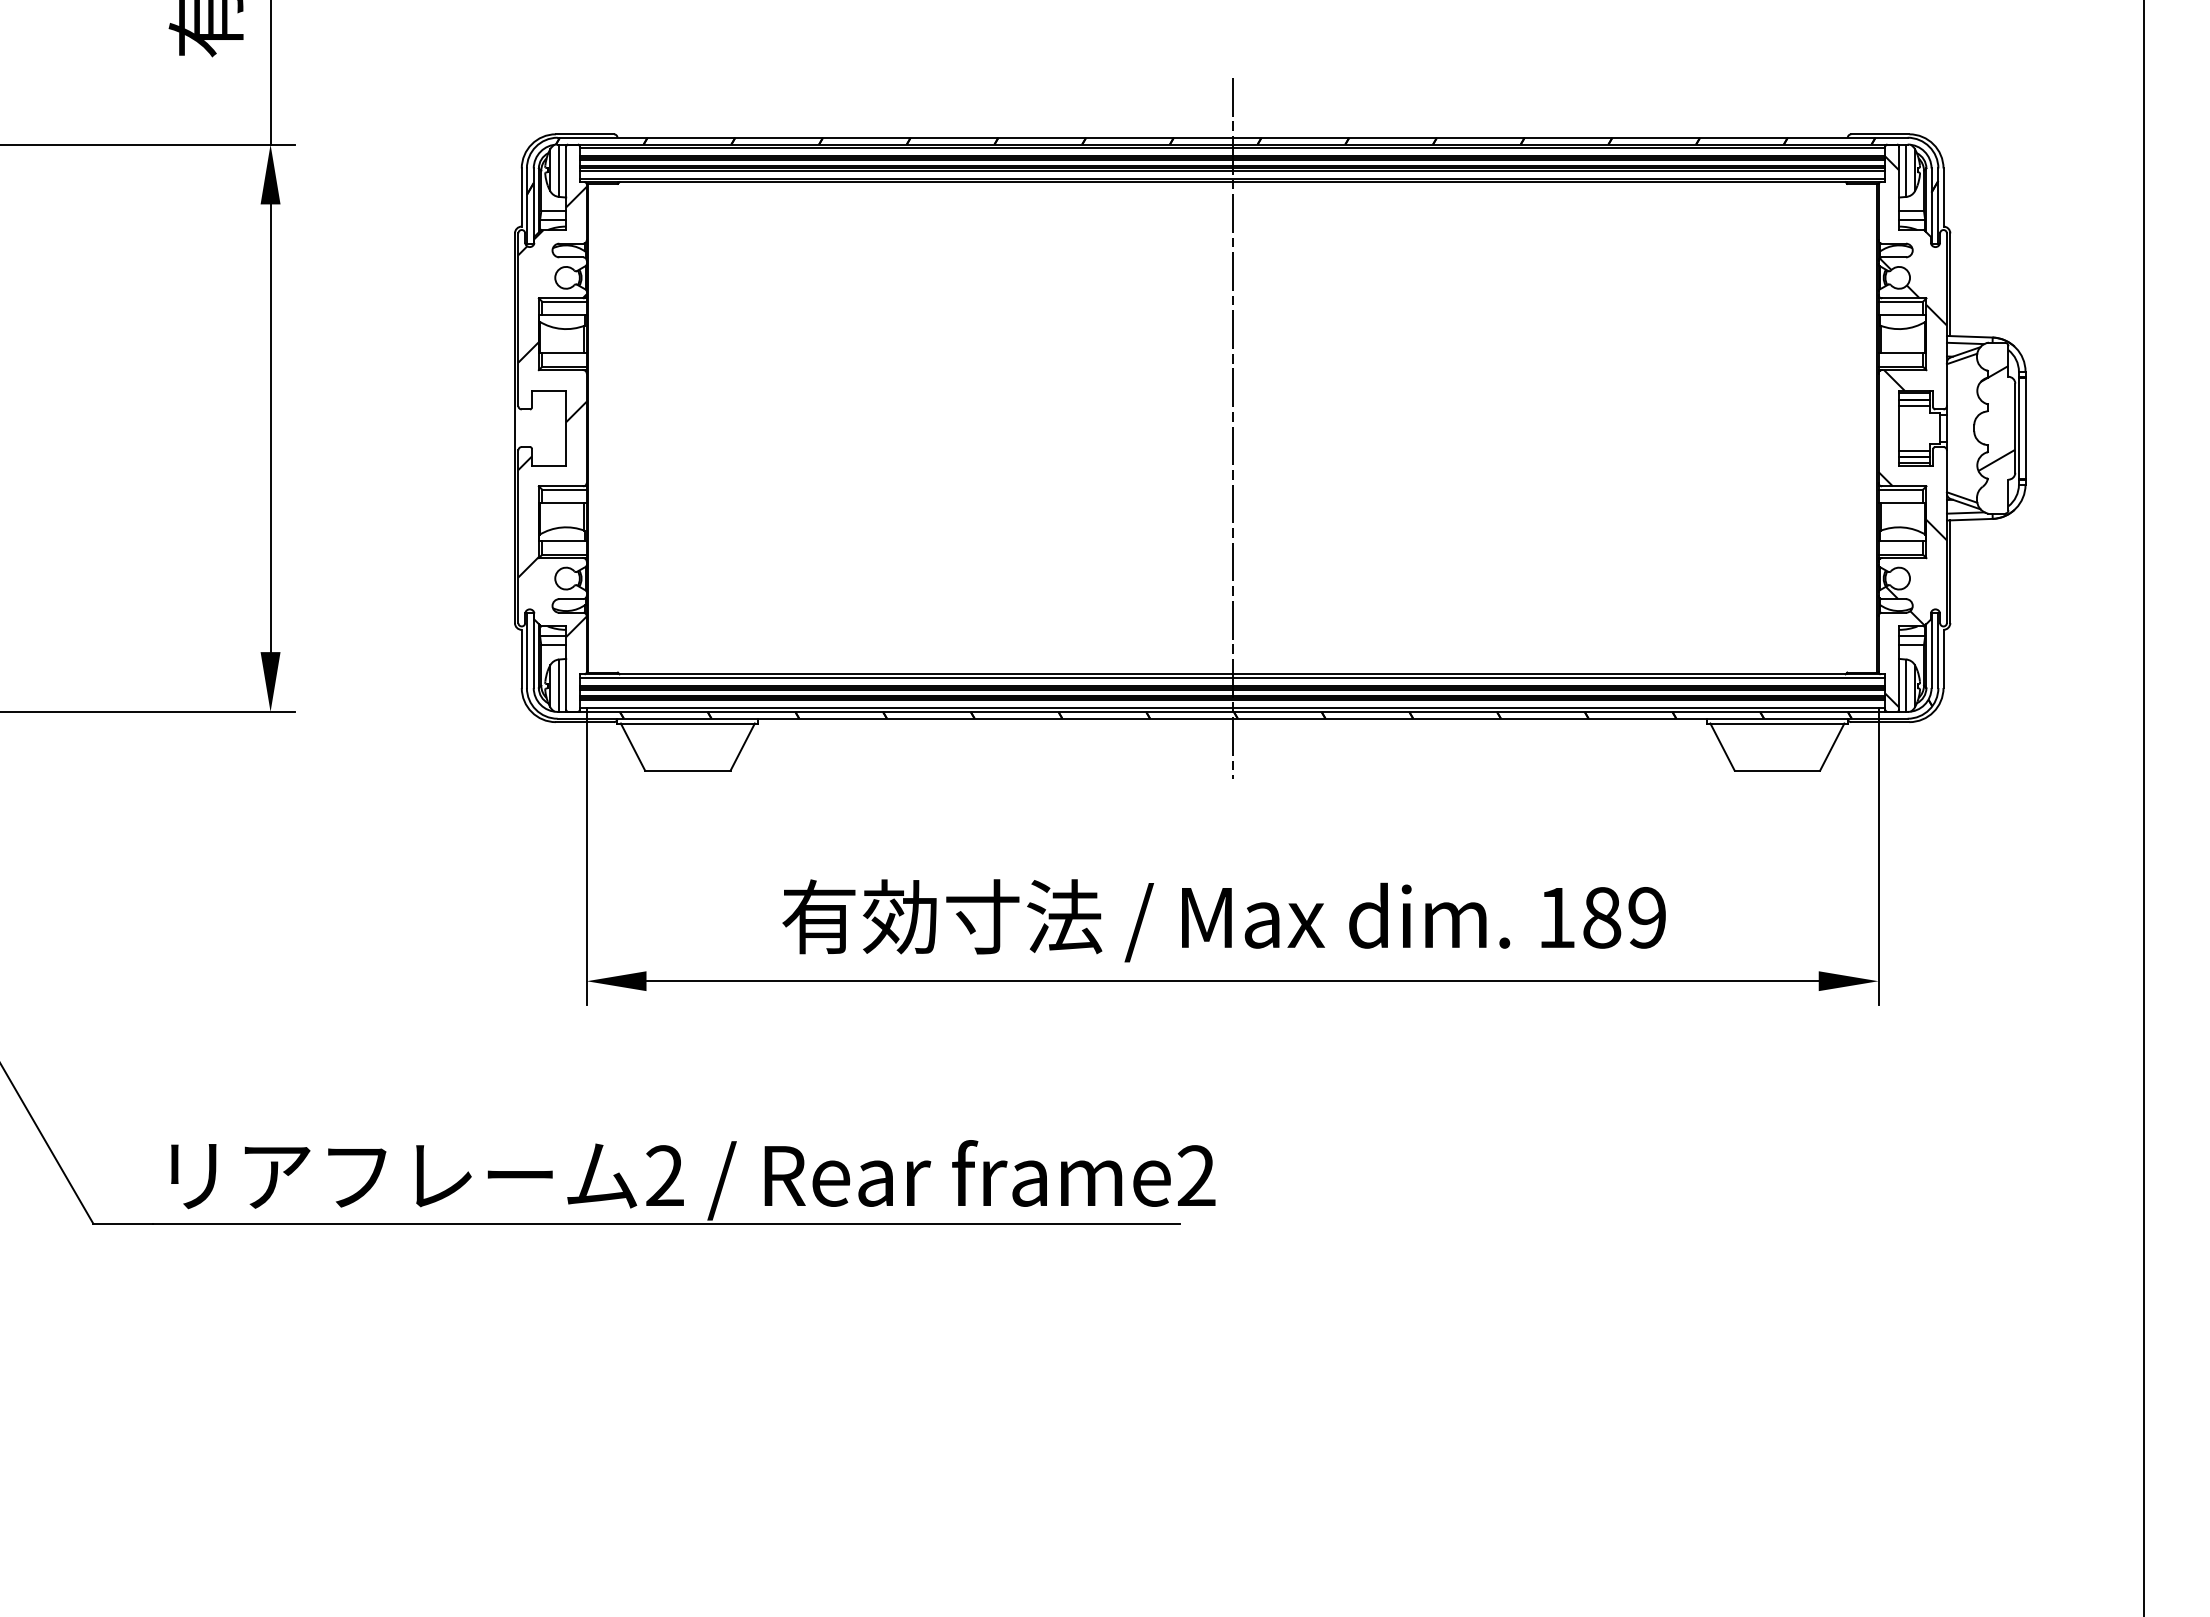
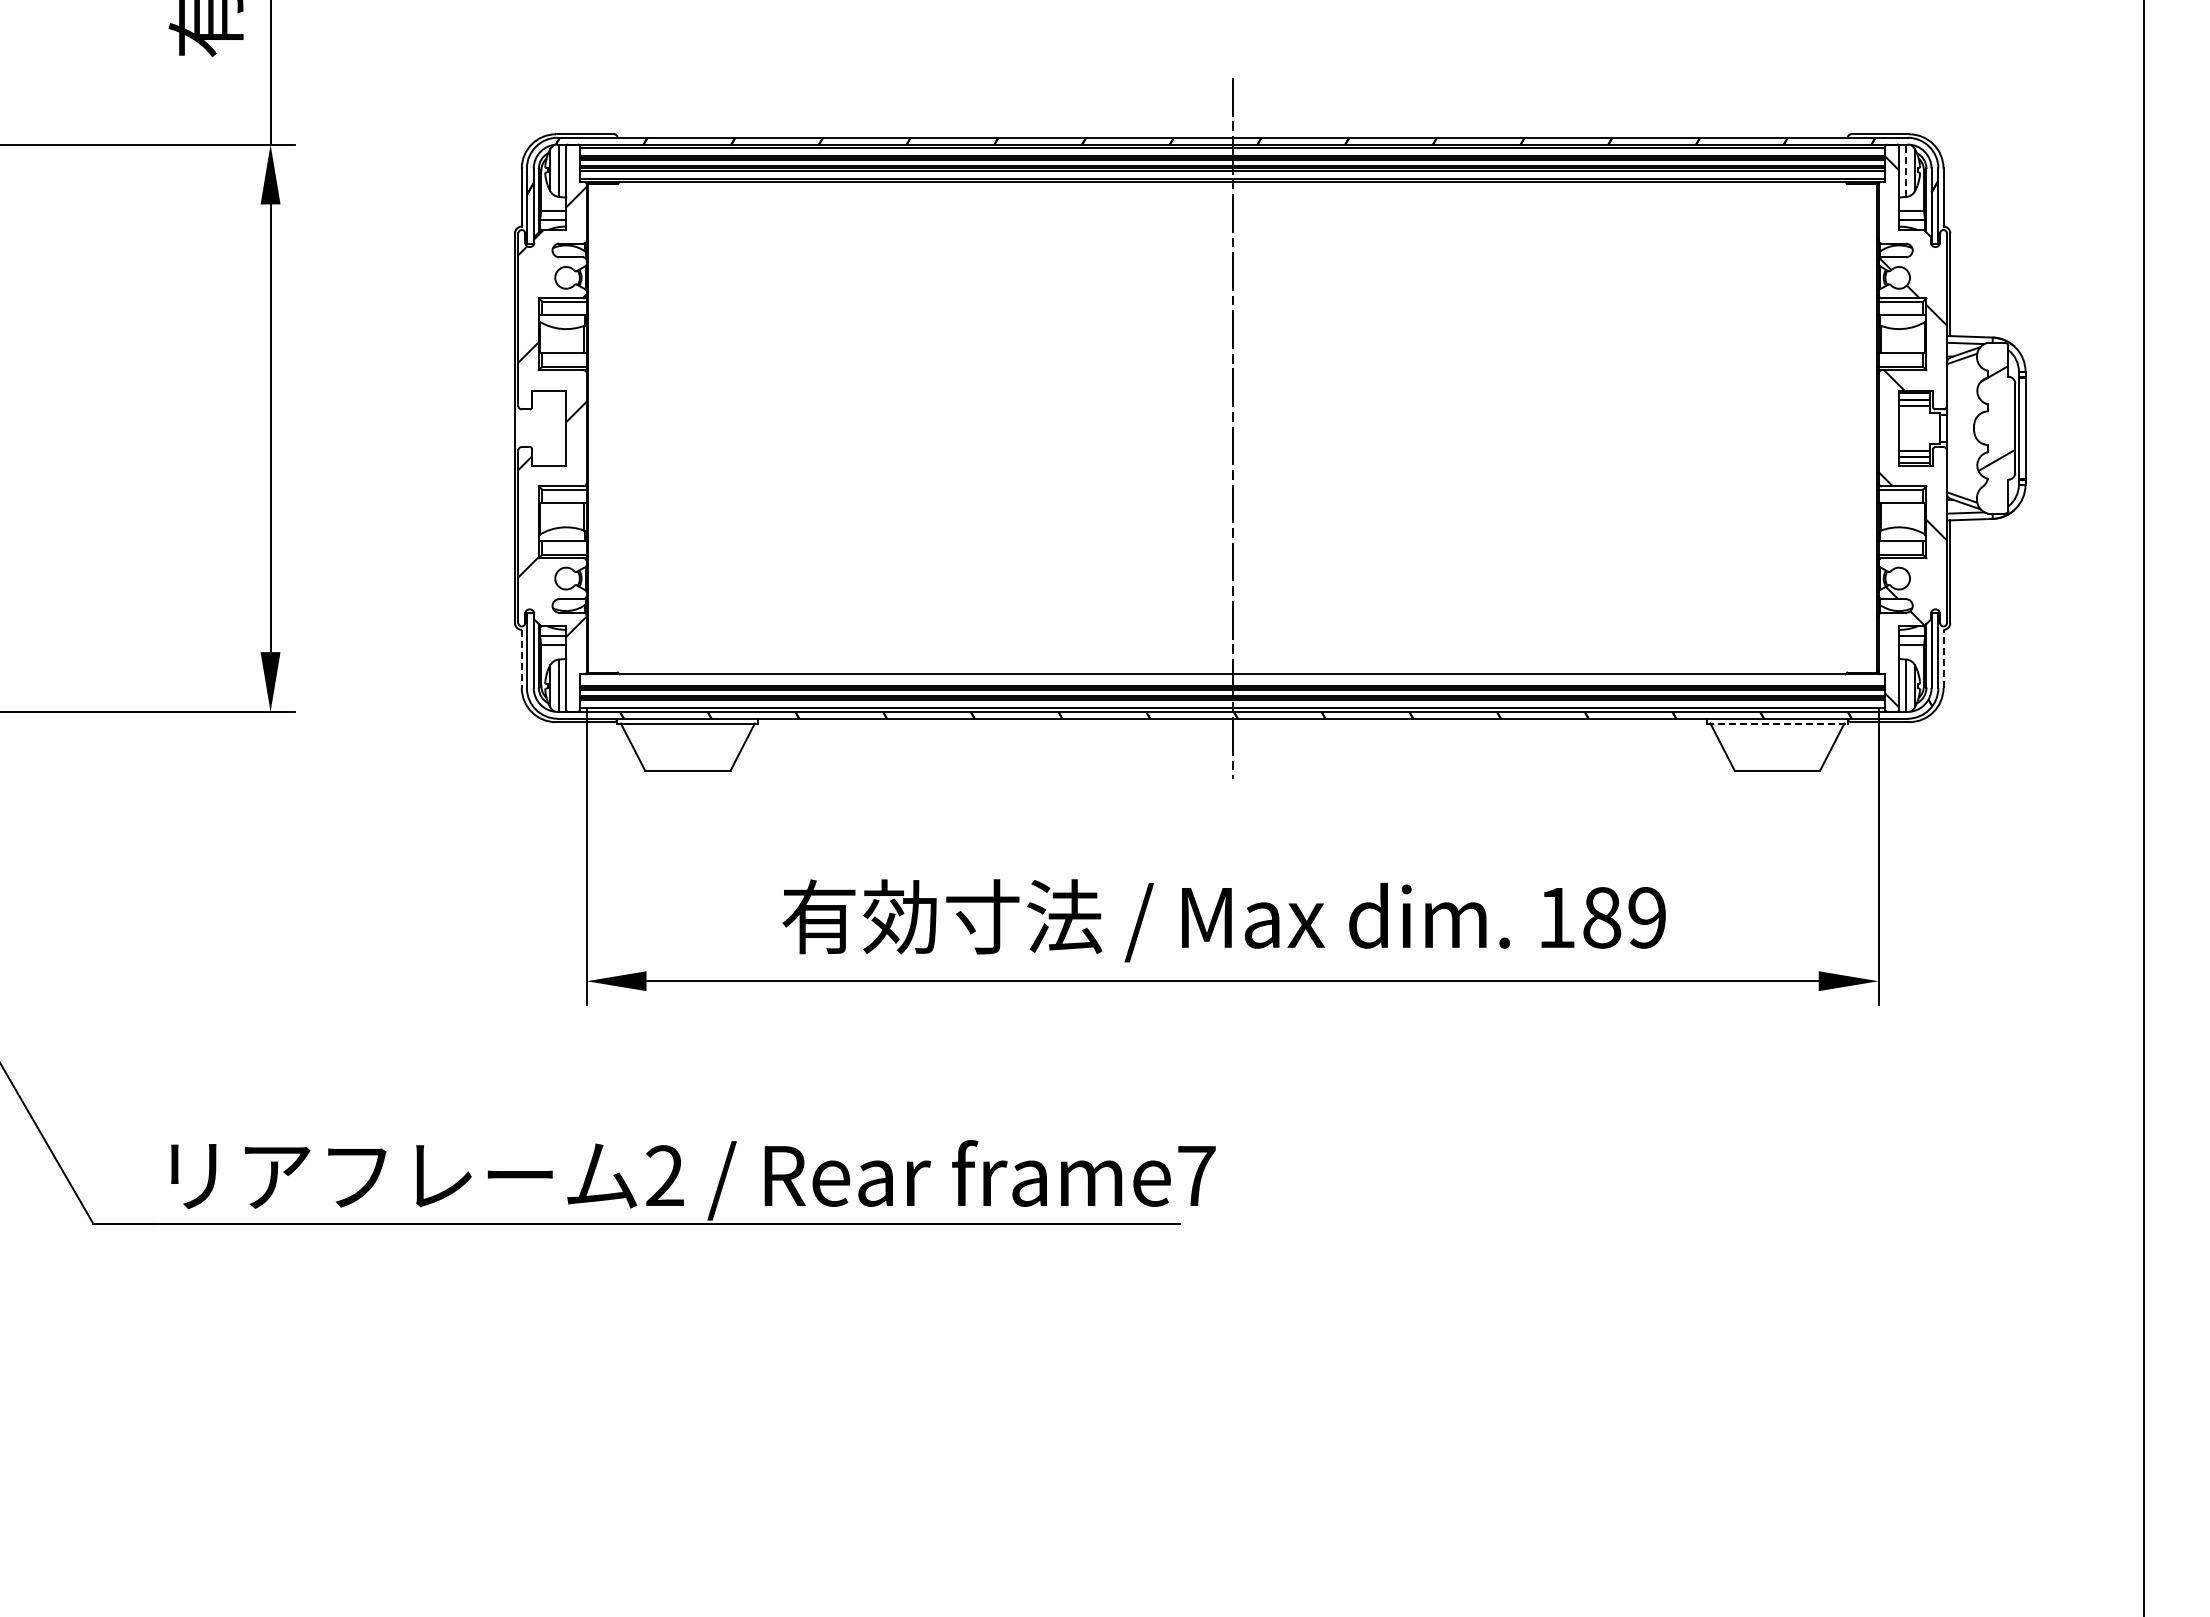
line at (1906, 170): solid -> dashed
line at (1943, 658): solid -> dashed
line at (521, 659): solid -> dashed
line at (1232, 677): present -> none
line at (1777, 723): solid -> dashed
text at (1196, 1175): frame2 -> frame7
